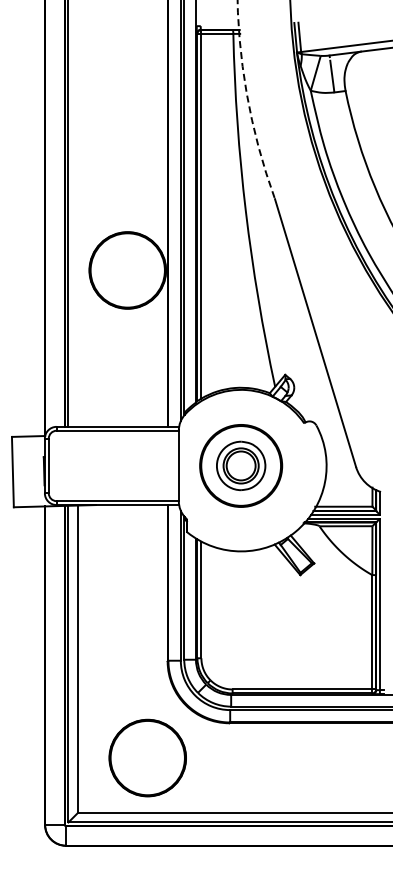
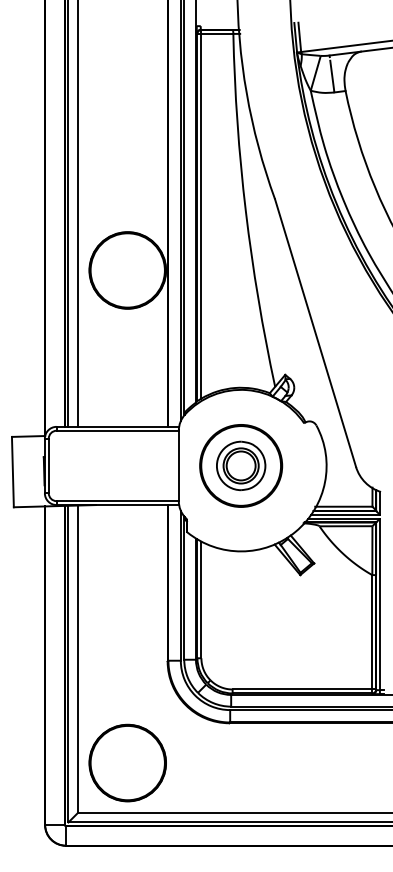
arc at (248, 100): dashed -> solid
line at (78, 214): none -> present
part at (147, 757) position: (147, 757) -> (127, 762)
